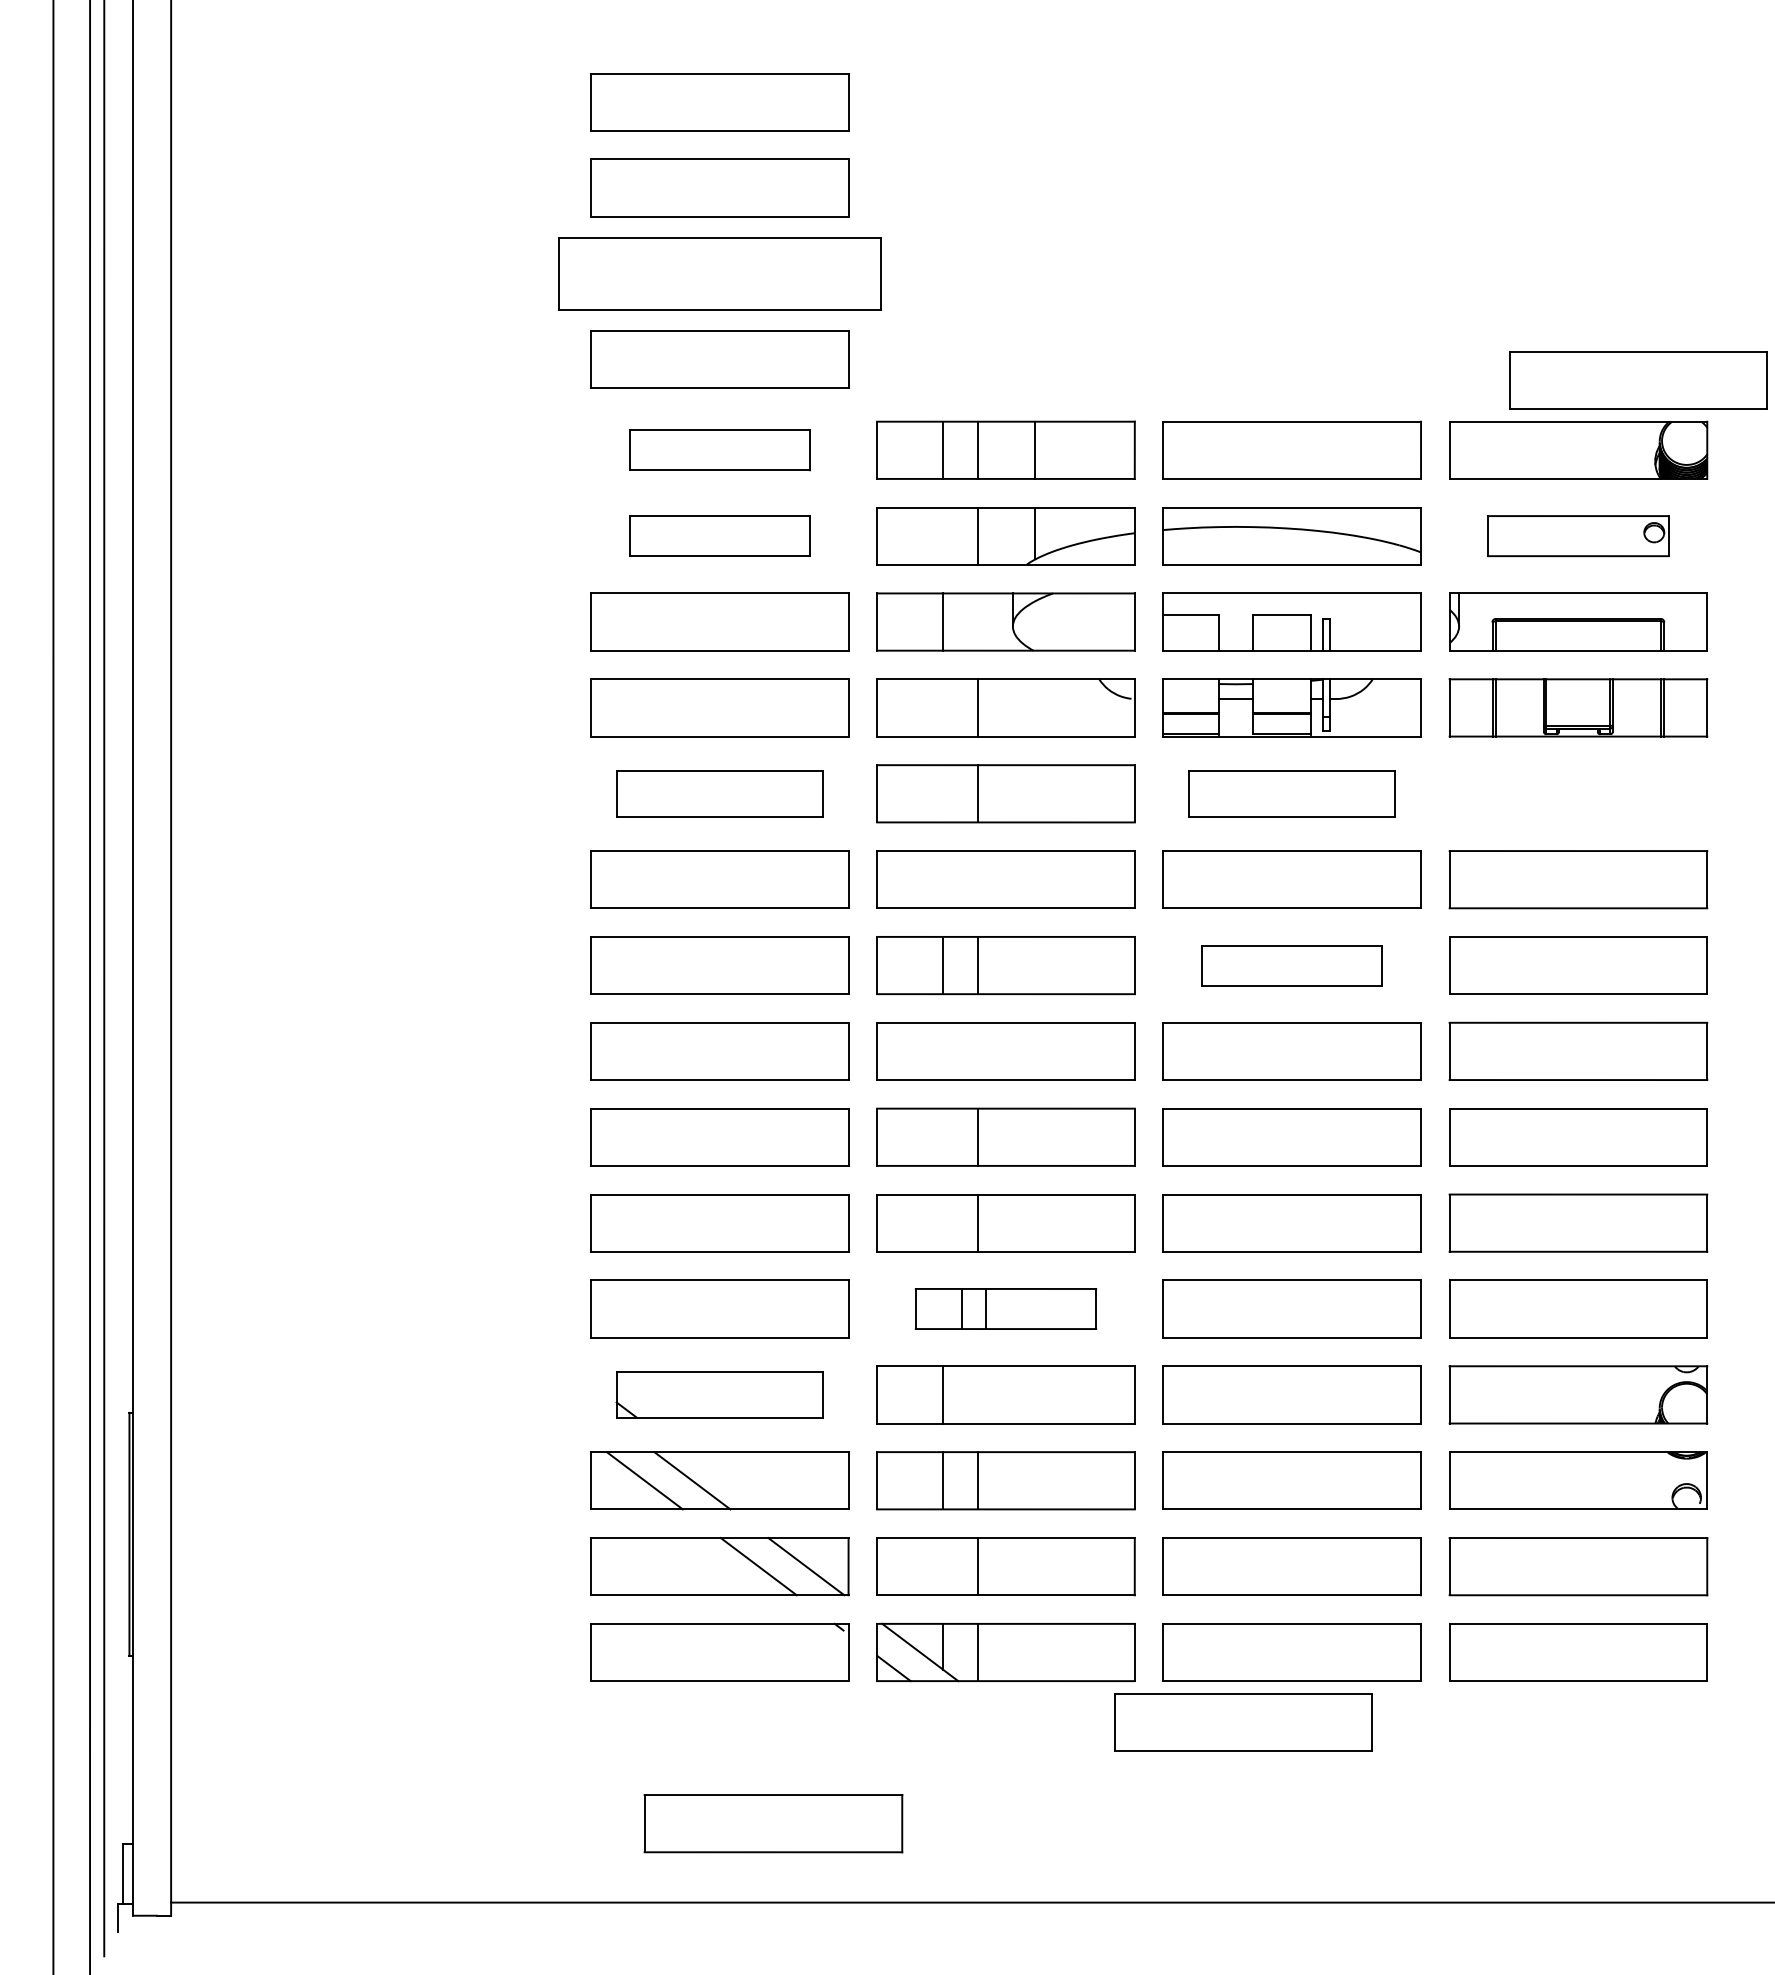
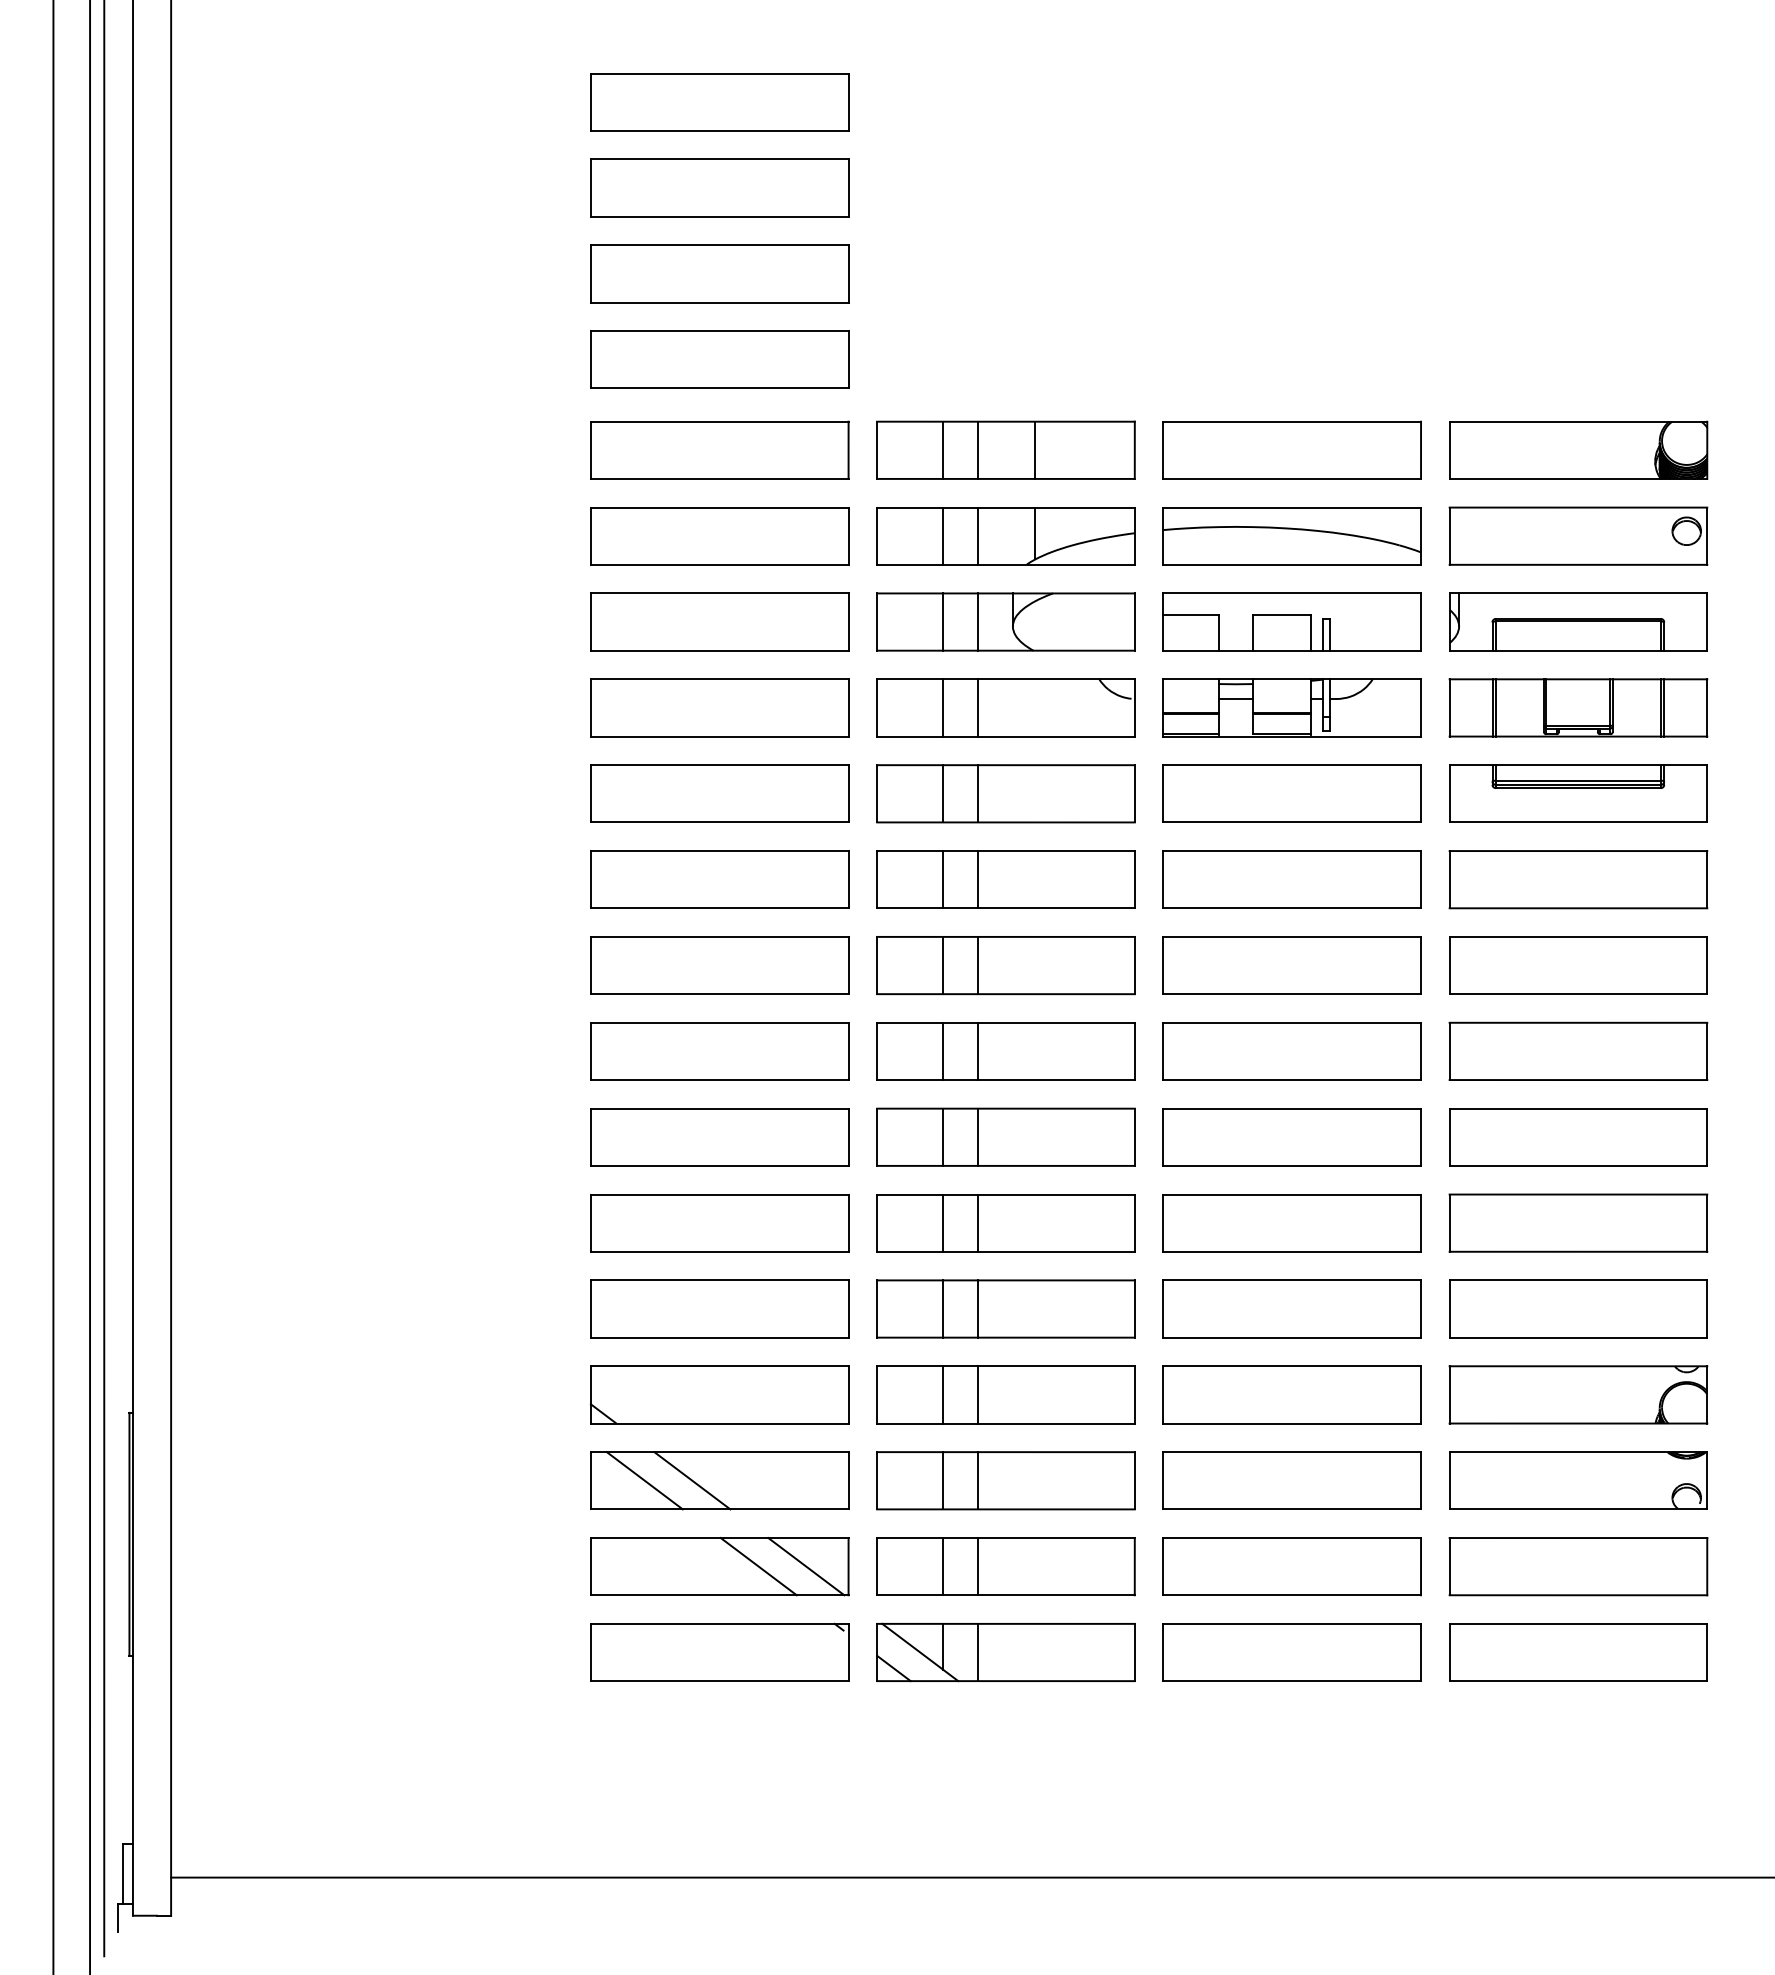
part at (719, 273) size: 324x74 px -> 260x60 px
part at (1638, 380): present -> none
part at (719, 450) size: 182x43 px -> 260x60 px
part at (719, 535) size: 182x42 px -> 260x59 px
line at (943, 535): none -> present
part at (1578, 536) size: 183x43 px -> 261x60 px
line at (978, 621): none -> present
line at (943, 707): none -> present
part at (719, 793) size: 208x48 px -> 260x59 px
line at (943, 793): none -> present
part at (1291, 793) size: 208x48 px -> 260x59 px
part at (1578, 793): none -> present
line at (943, 879): none -> present
line at (978, 879): none -> present
part at (1291, 965) size: 182x42 px -> 260x59 px
line at (943, 1051): none -> present
line at (978, 1051): none -> present
line at (943, 1136): none -> present
line at (943, 1222): none -> present
part at (1005, 1308) size: 184x42 px -> 260x60 px
part at (719, 1394) size: 209x48 px -> 261x60 px
line at (978, 1394): none -> present
line at (943, 1566): none -> present
part at (1243, 1722): present -> none
part at (773, 1823): present -> none
line at (971, 1902) position: (971, 1902) -> (971, 1877)
